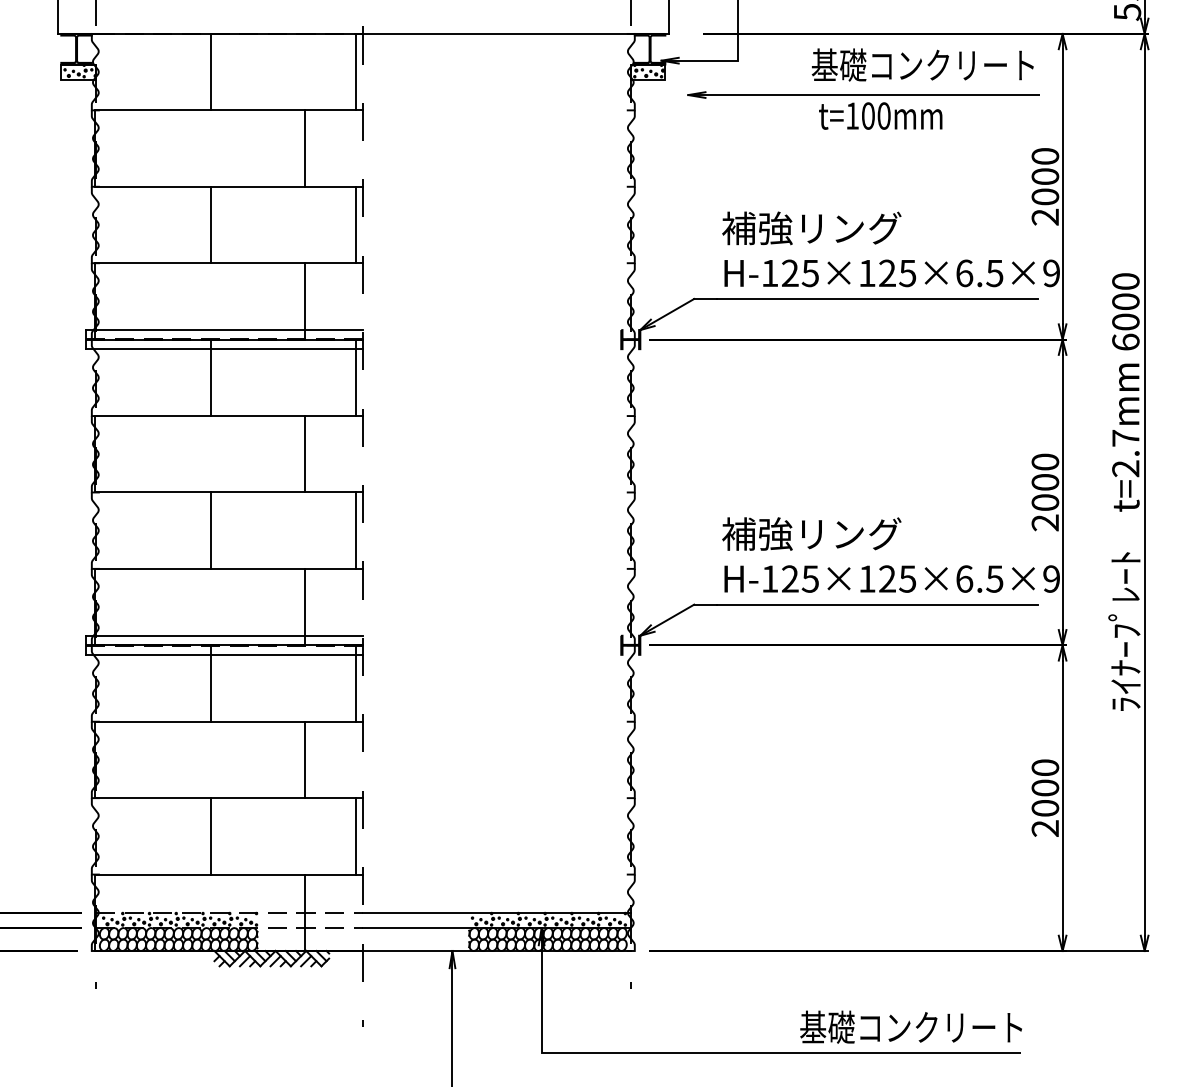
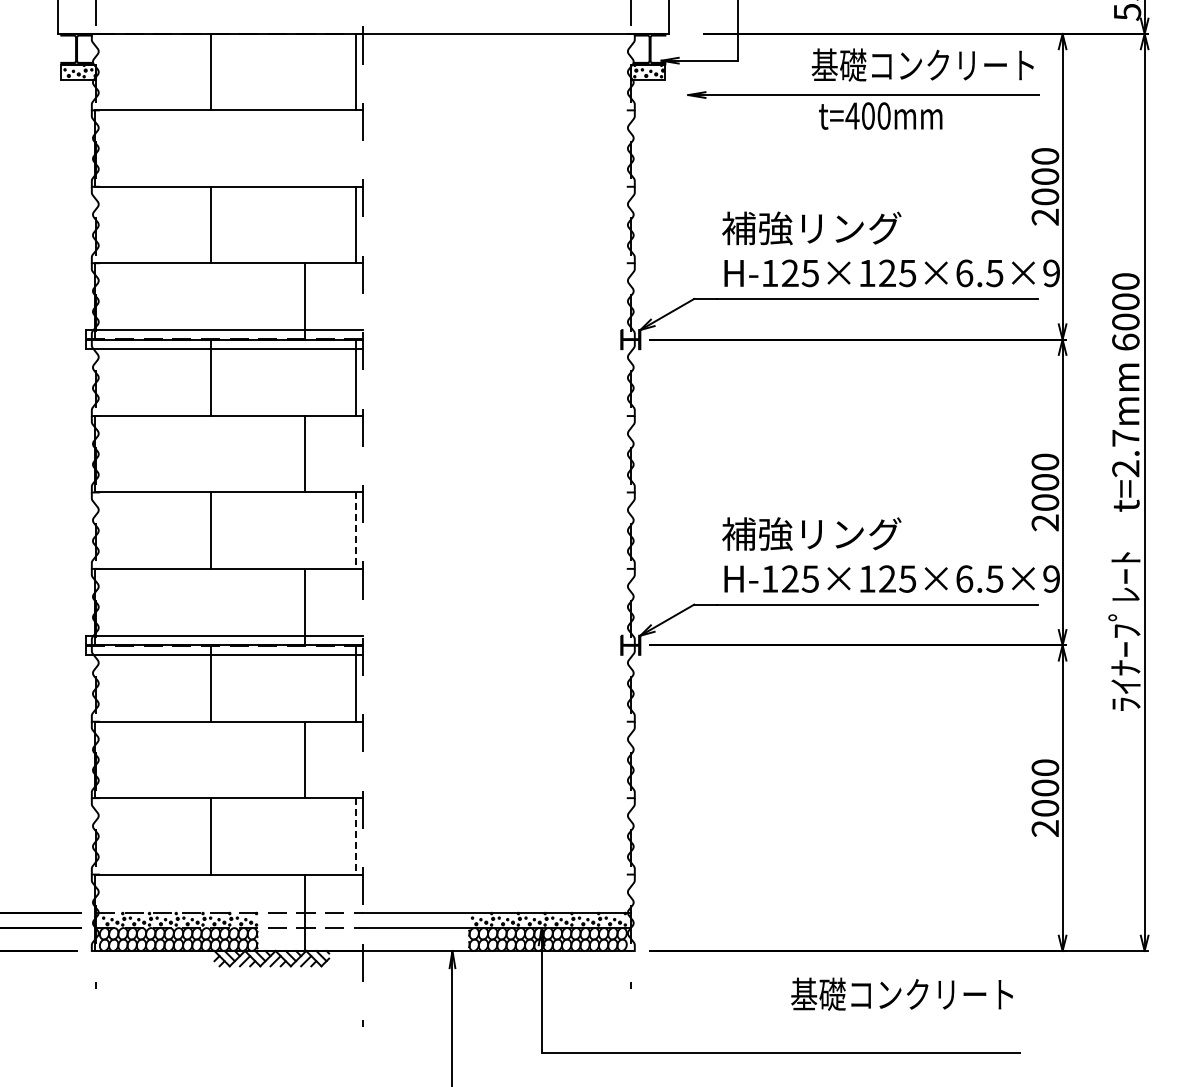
text at (852, 115): t=100mm -> t=400mm
line at (304, 148): present -> none
line at (356, 531): solid -> dashed
line at (356, 836): solid -> dashed
text at (910, 1026) position: (910, 1026) -> (901, 993)
